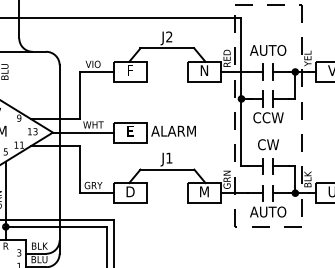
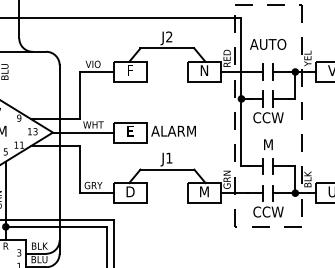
text at (268, 50) position: (268, 50) -> (268, 44)
text at (268, 144): CW -> M
text at (268, 211): AUTO -> CCW
